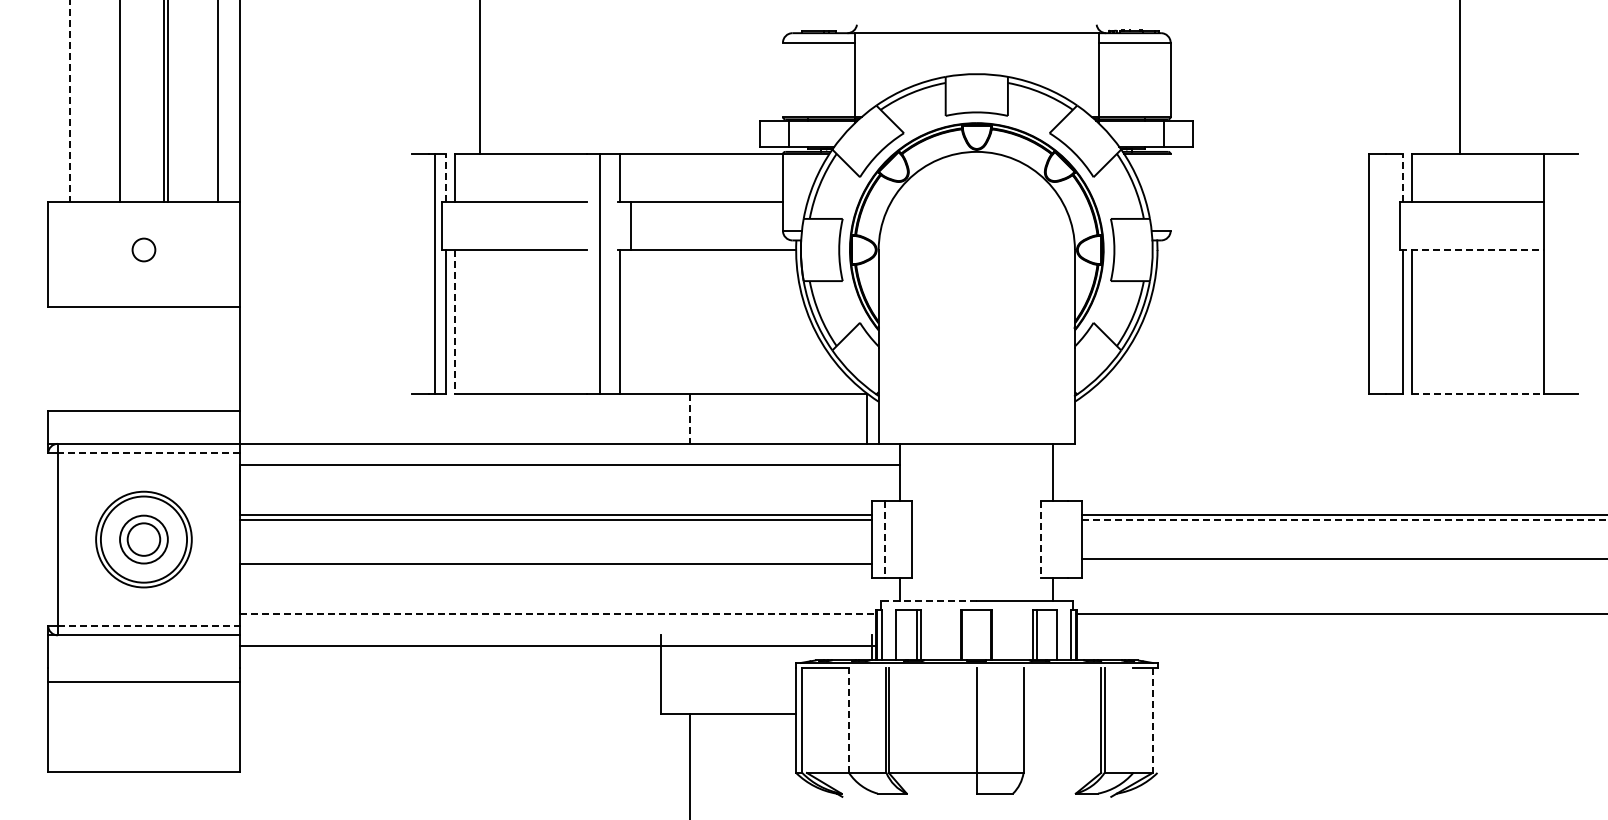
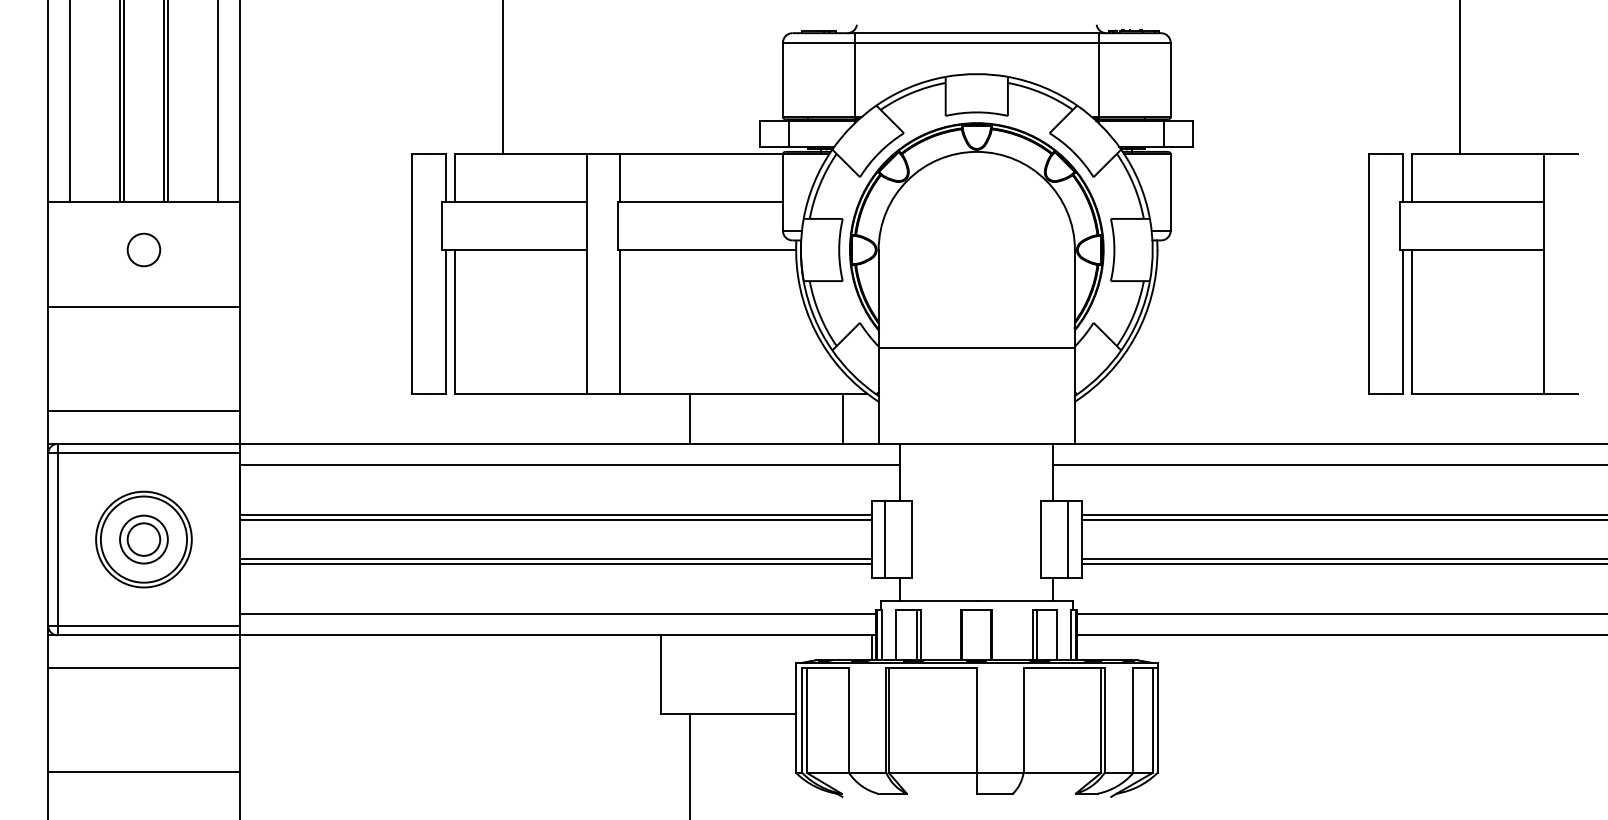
line at (976, 42): none -> present
line at (479, 78) position: (479, 78) -> (502, 78)
line at (782, 79): none -> present
line at (69, 101): dashed -> solid
line at (48, 102): none -> present
line at (124, 102): none -> present
line at (445, 178): dashed -> solid
line at (1402, 178): dashed -> solid
line at (1170, 192): none -> present
line at (631, 226) position: (631, 226) -> (618, 226)
circle at (143, 249) size: 26x26 px -> 36x36 px
line at (1472, 250): dashed -> solid
line at (435, 273) position: (435, 273) -> (412, 273)
line at (599, 273) position: (599, 273) -> (586, 273)
line at (455, 321): dashed -> solid
line at (976, 348): none -> present
line at (48, 359): none -> present
line at (1478, 393): dashed -> solid
line at (866, 418) position: (866, 418) -> (842, 418)
line at (689, 419): dashed -> solid
line at (1339, 443): none -> present
line at (148, 453): dashed -> solid
line at (1328, 465): none -> present
line at (1345, 519): dashed -> solid
line at (48, 539): none -> present
line at (1068, 539): none -> present
line at (885, 540): dashed -> solid
line at (1041, 540): dashed -> solid
line at (555, 559): none -> present
line at (1343, 564): none -> present
line at (928, 600): dashed -> solid
line at (558, 613): dashed -> solid
line at (148, 625): dashed -> solid
line at (1340, 635): none -> present
line at (557, 646) position: (557, 646) -> (557, 635)
line at (931, 667): none -> present
line at (1063, 667): none -> present
line at (143, 681) position: (143, 681) -> (143, 667)
line at (806, 719): none -> present
line at (1133, 719): none -> present
line at (1157, 719): none -> present
line at (849, 720): dashed -> solid
line at (1152, 720): dashed -> solid
line at (1062, 772): none -> present
line at (48, 793): none -> present
line at (239, 793): none -> present
